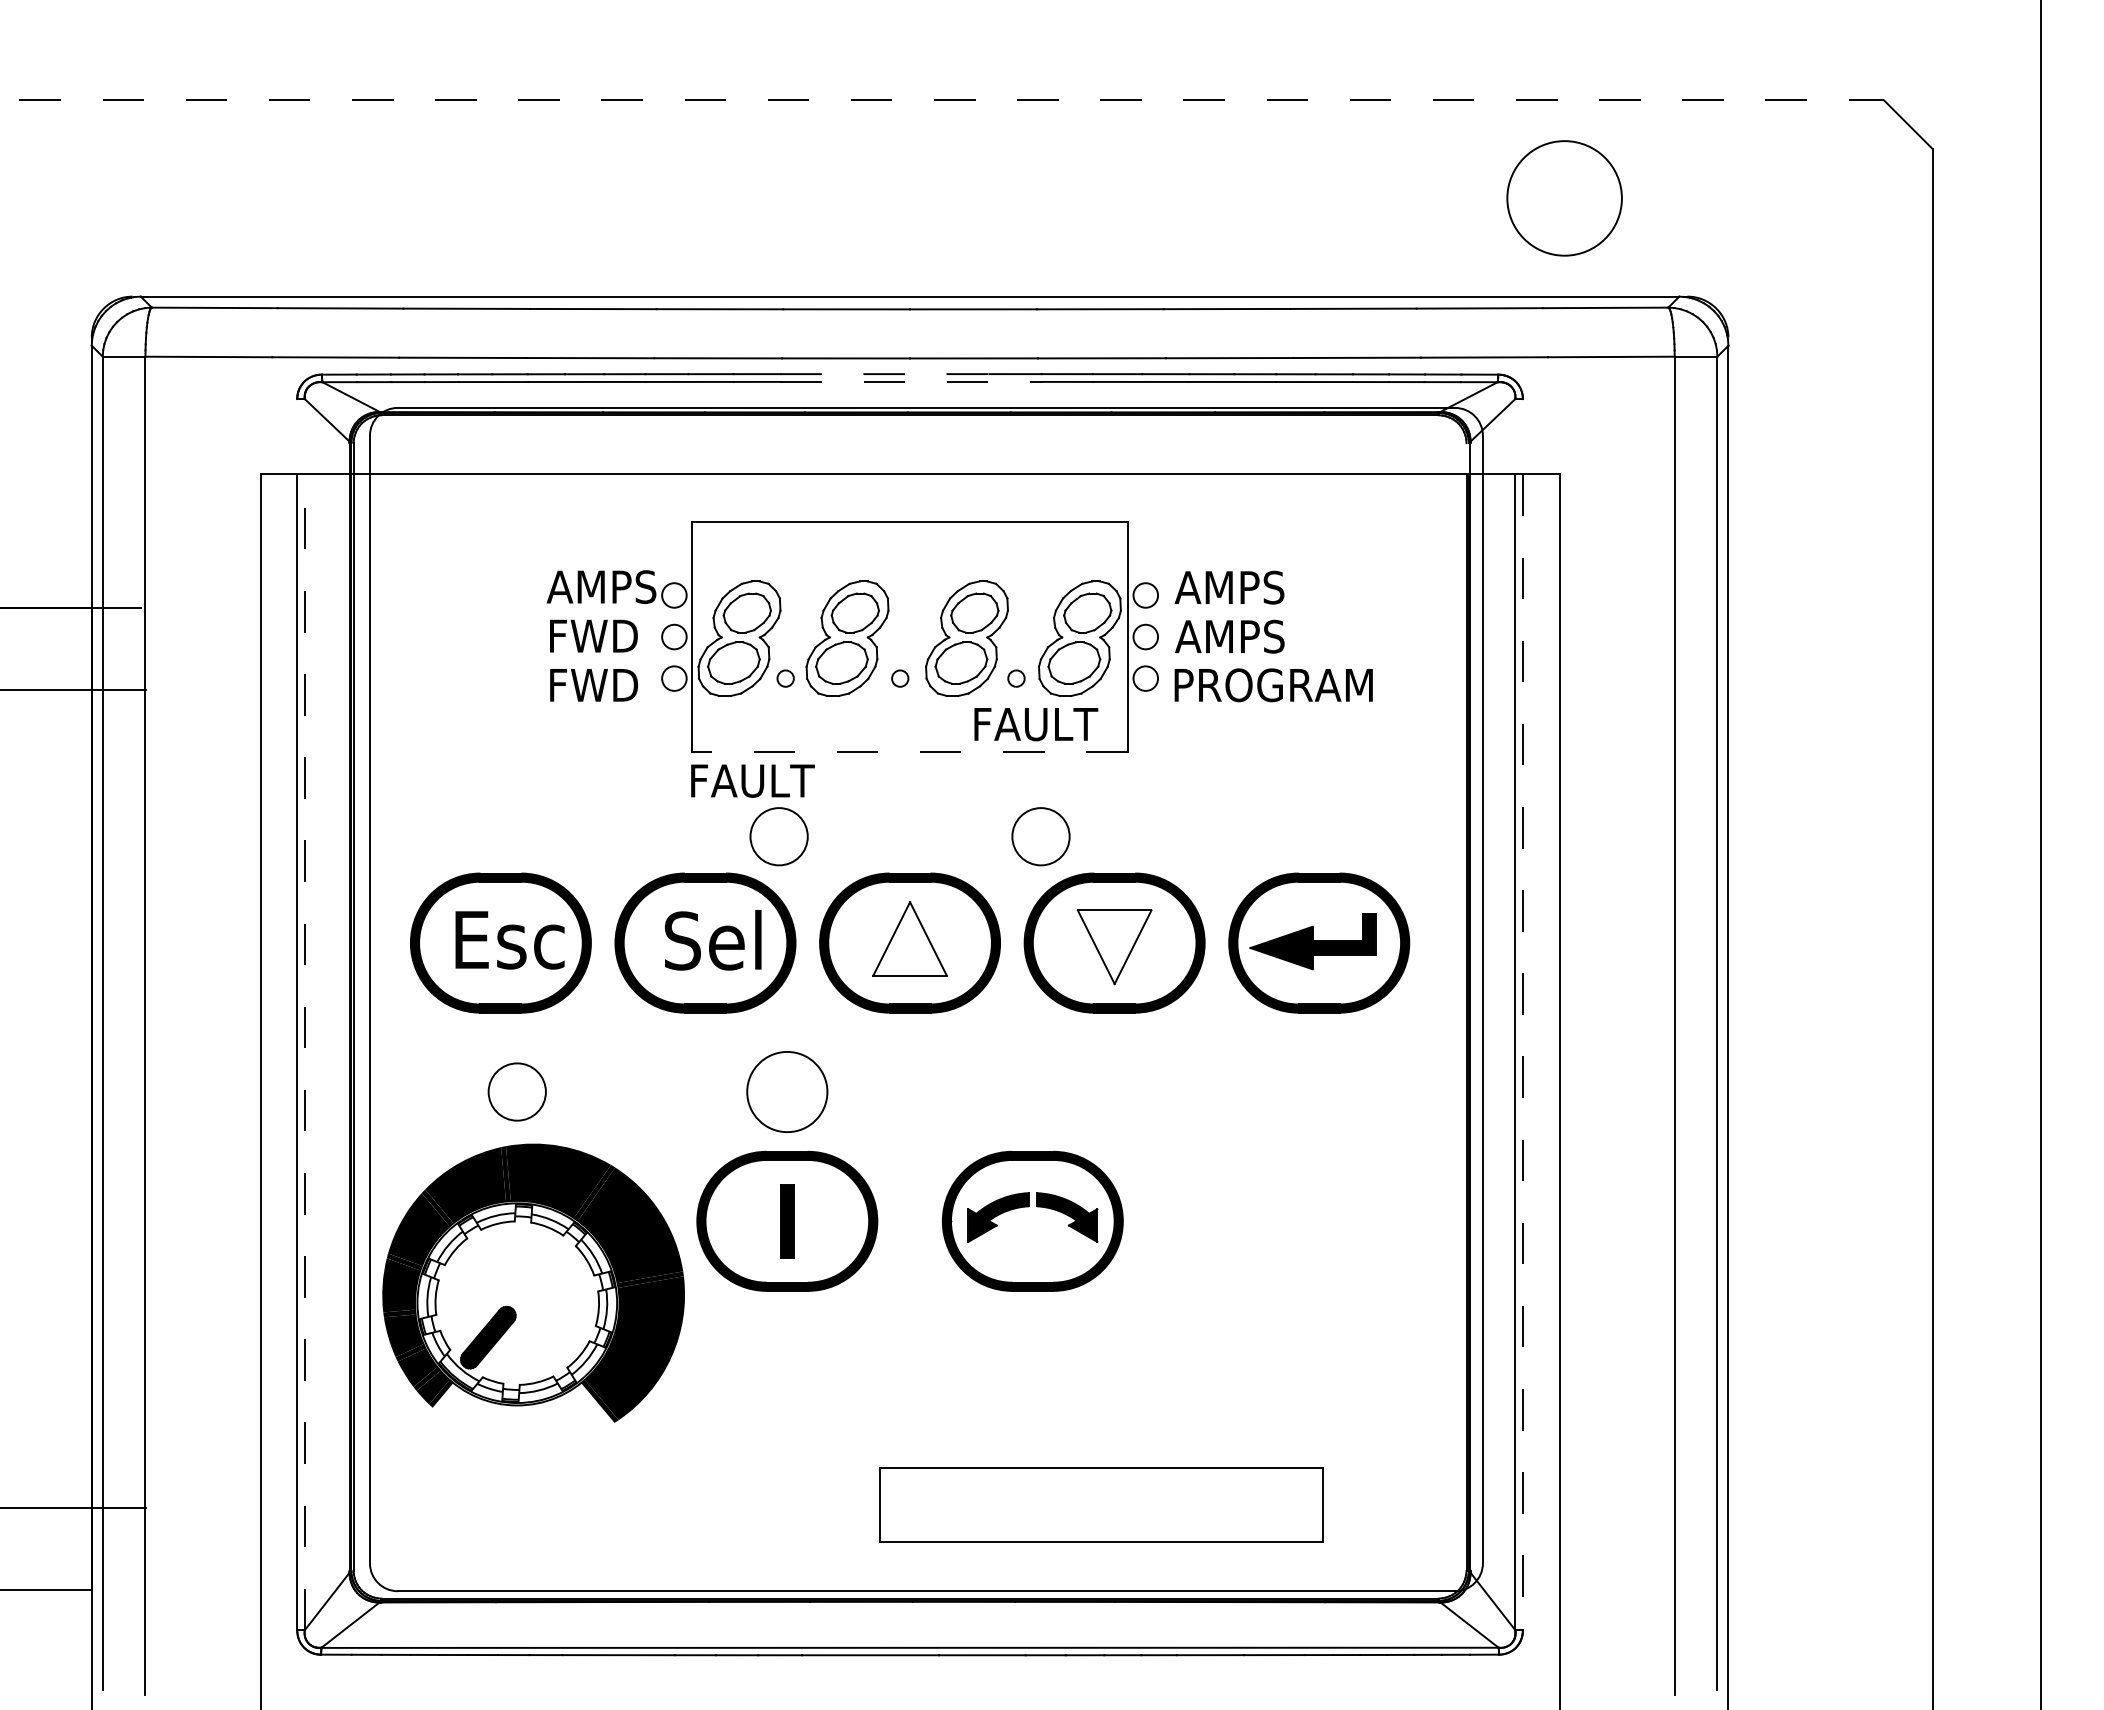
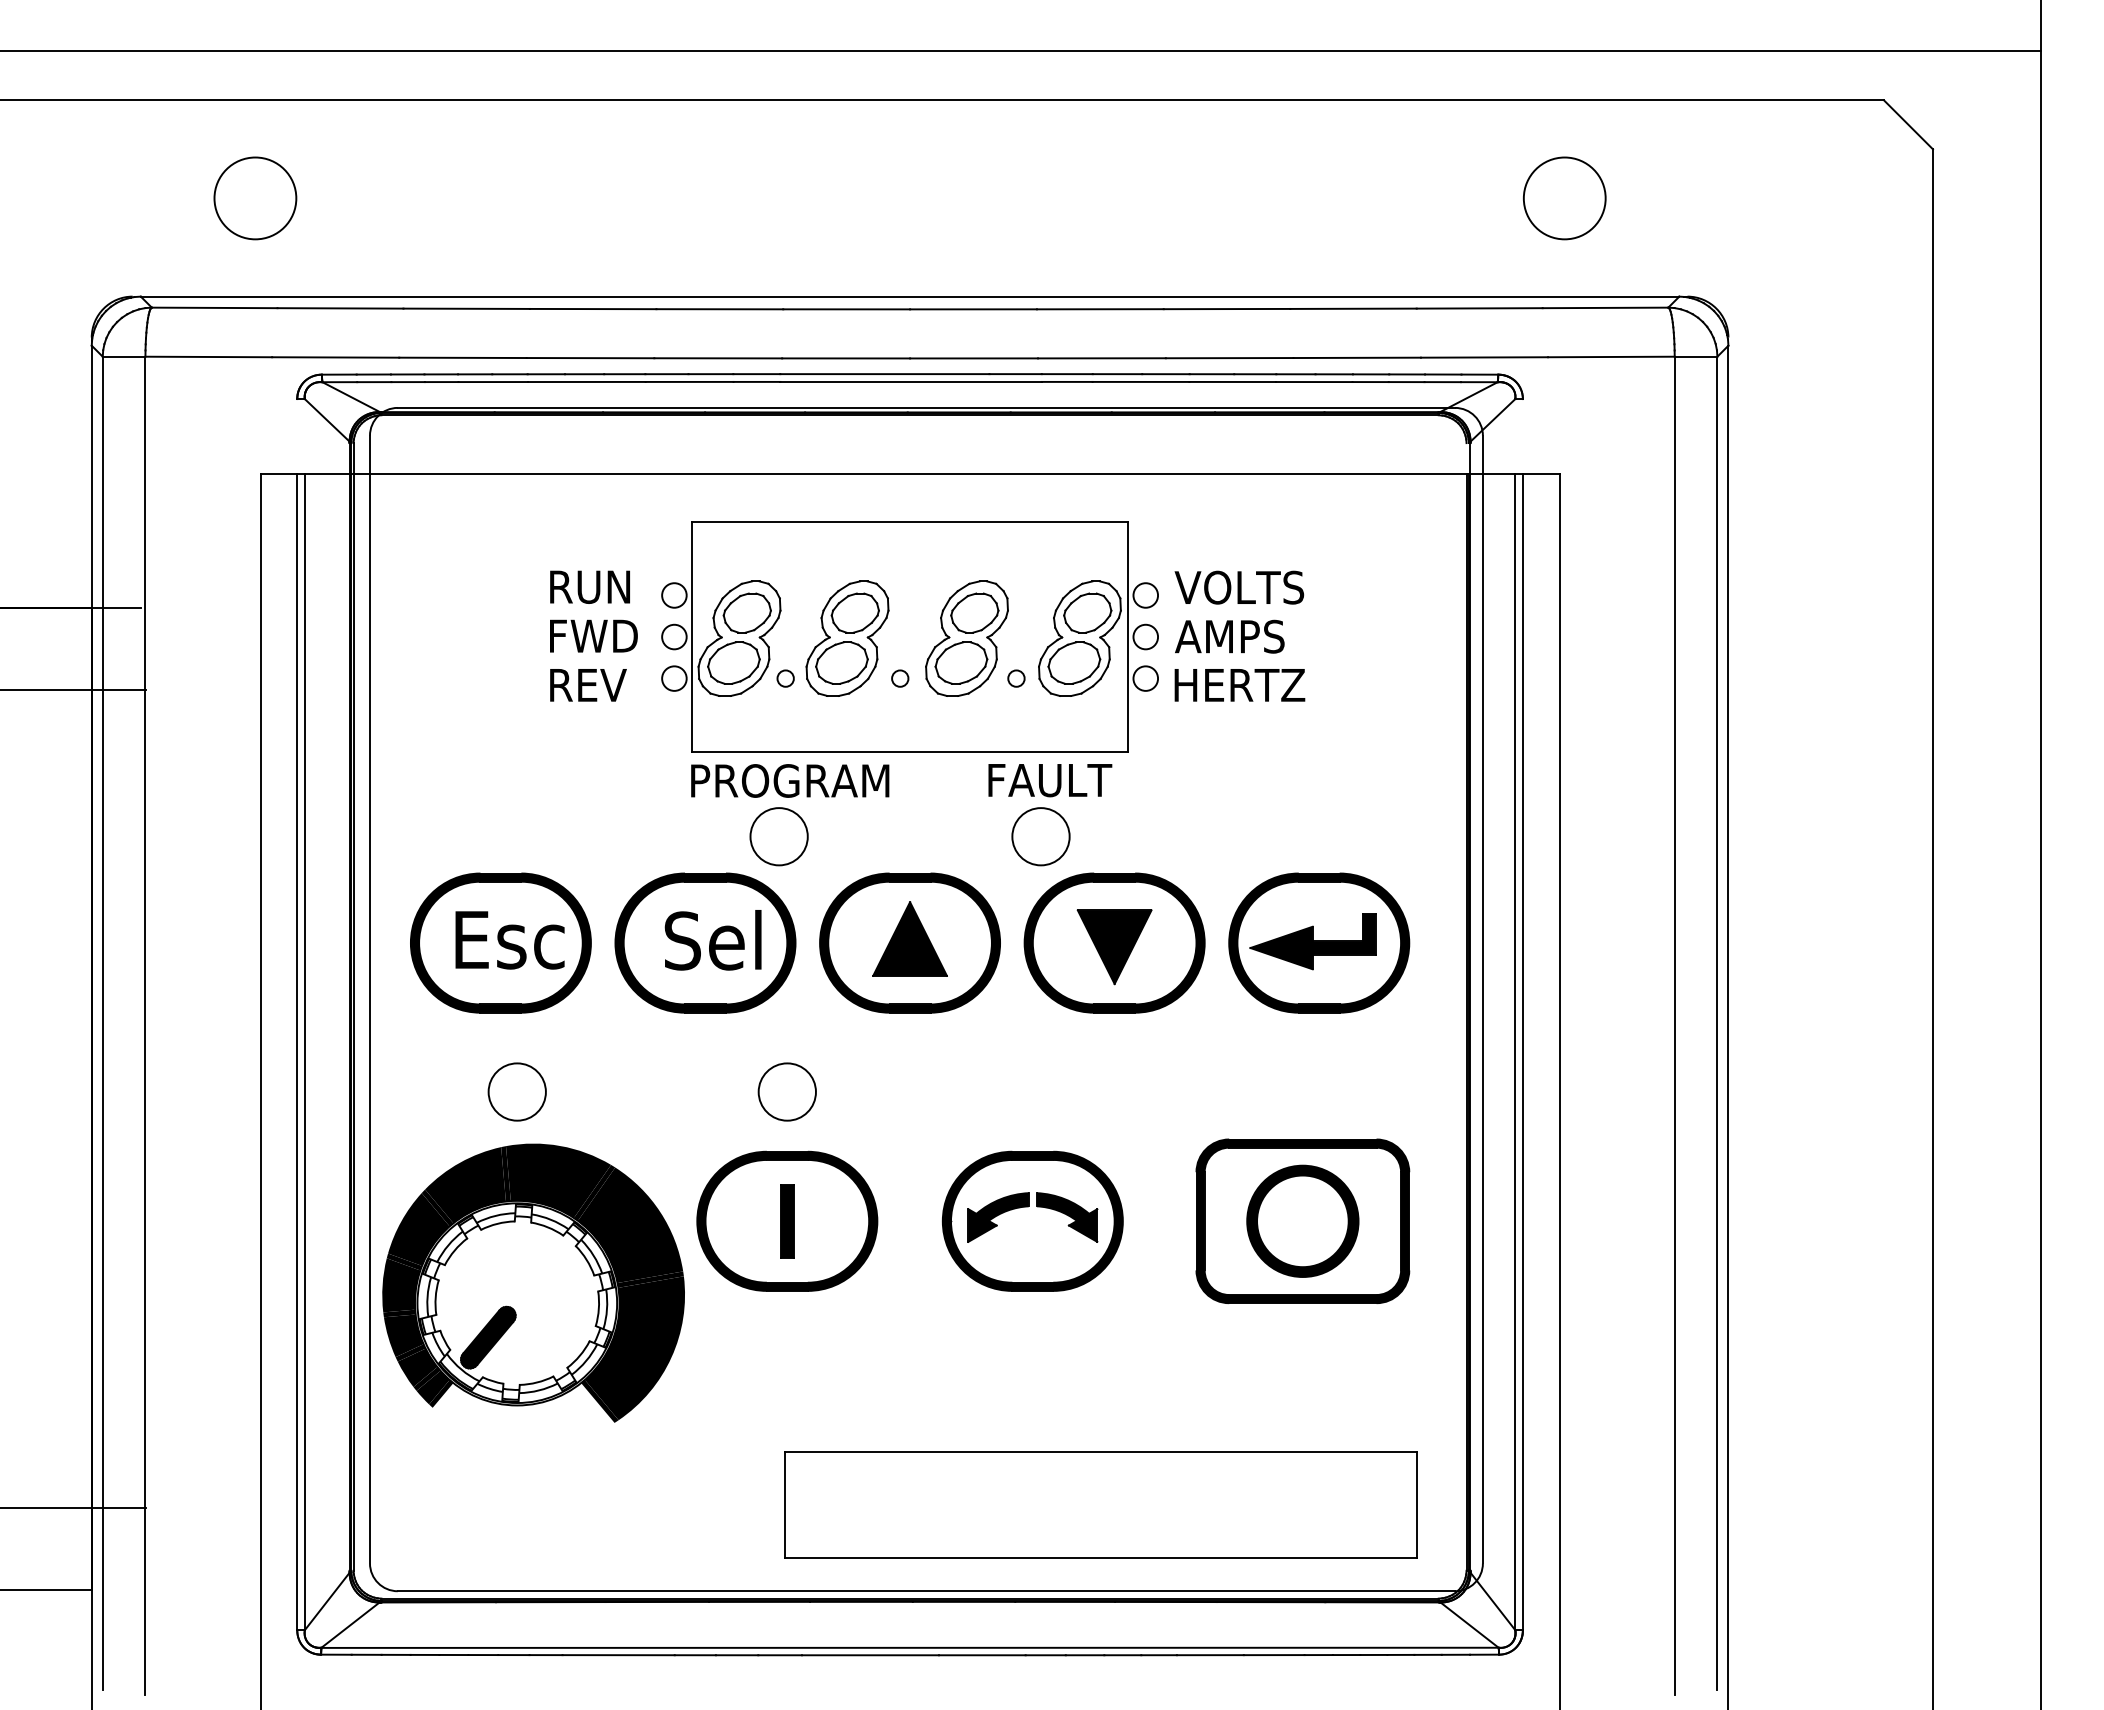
line at (1021, 51): none -> present
line at (942, 100): dashed -> solid
circle at (255, 198): none -> present
circle at (1564, 198) size: 117x117 px -> 84x85 px
line at (884, 374): dashed -> solid
line at (911, 381): dashed -> solid
text at (601, 586): AMPS -> RUN
text at (1239, 587): AMPS -> VOLTS
text at (595, 685): FWD -> REV
text at (1275, 685): PROGRAM -> HERTZ
text at (1036, 724) position: (1036, 724) -> (1050, 780)
line at (910, 751): dashed -> solid
text at (792, 780): FAULT -> PROGRAM
fill at (909, 938): none -> present
fill at (1114, 947): none -> present
line at (304, 1052): dashed -> solid
line at (1522, 1052): dashed -> solid
circle at (787, 1091) diameter: 80 px -> 57 px
part at (1302, 1220): none -> present
part at (1101, 1504) size: 445x76 px -> 634x108 px
